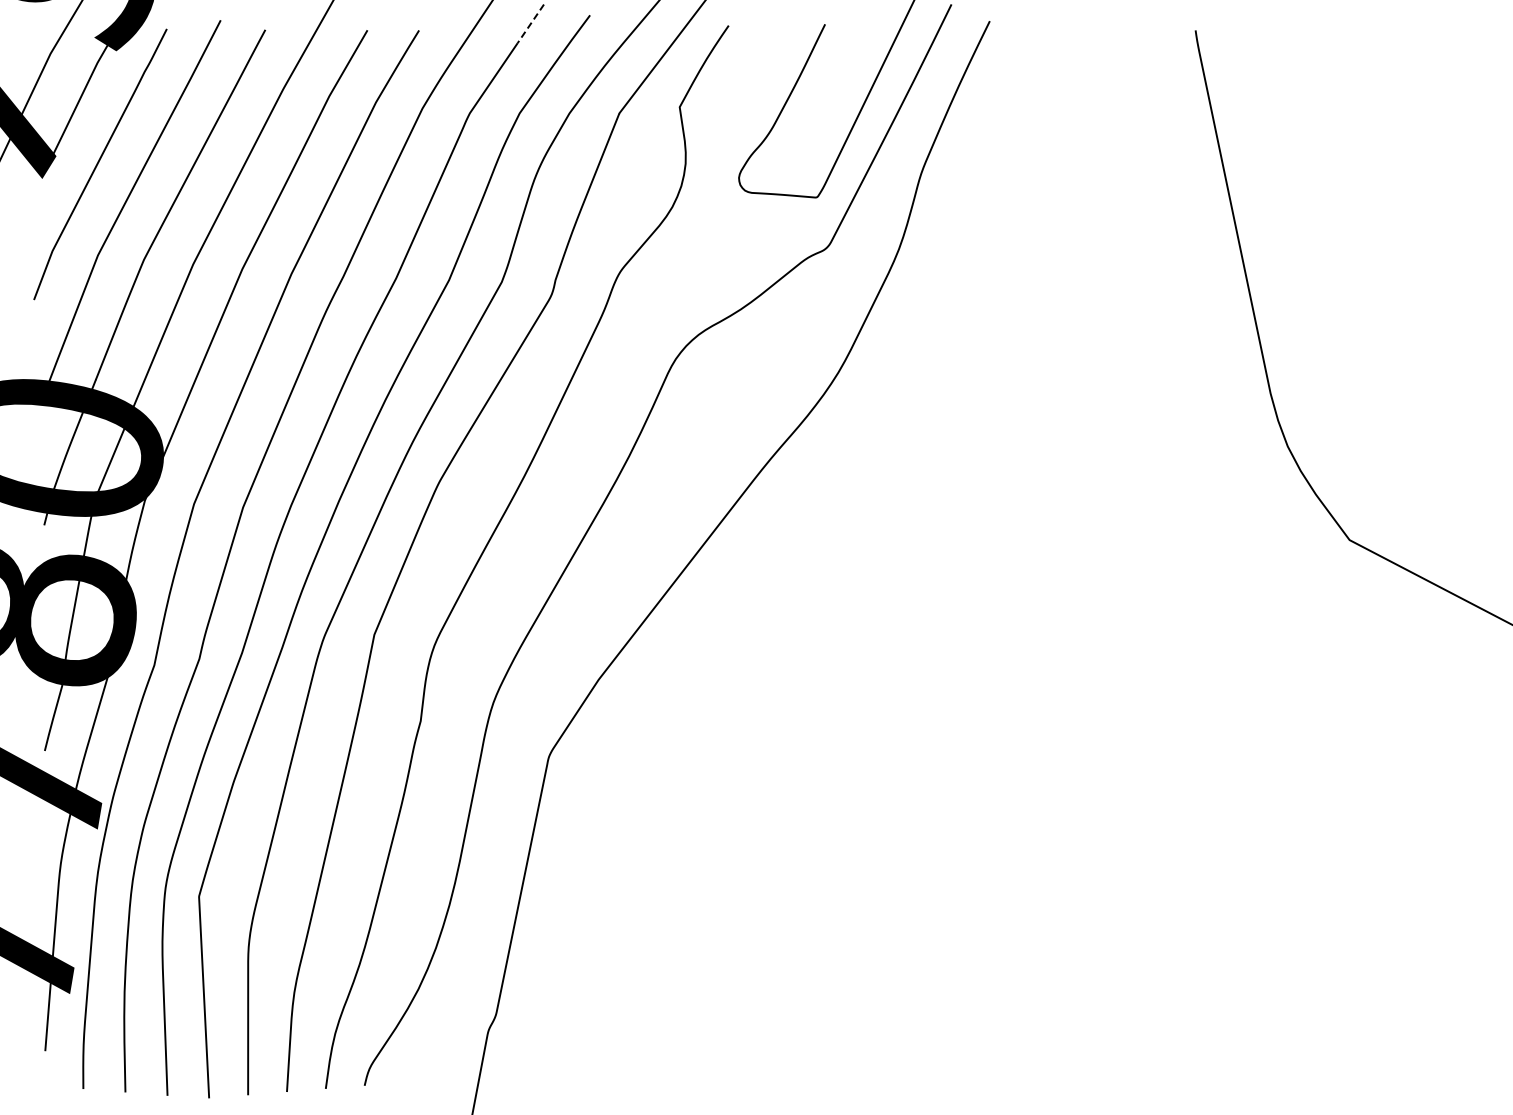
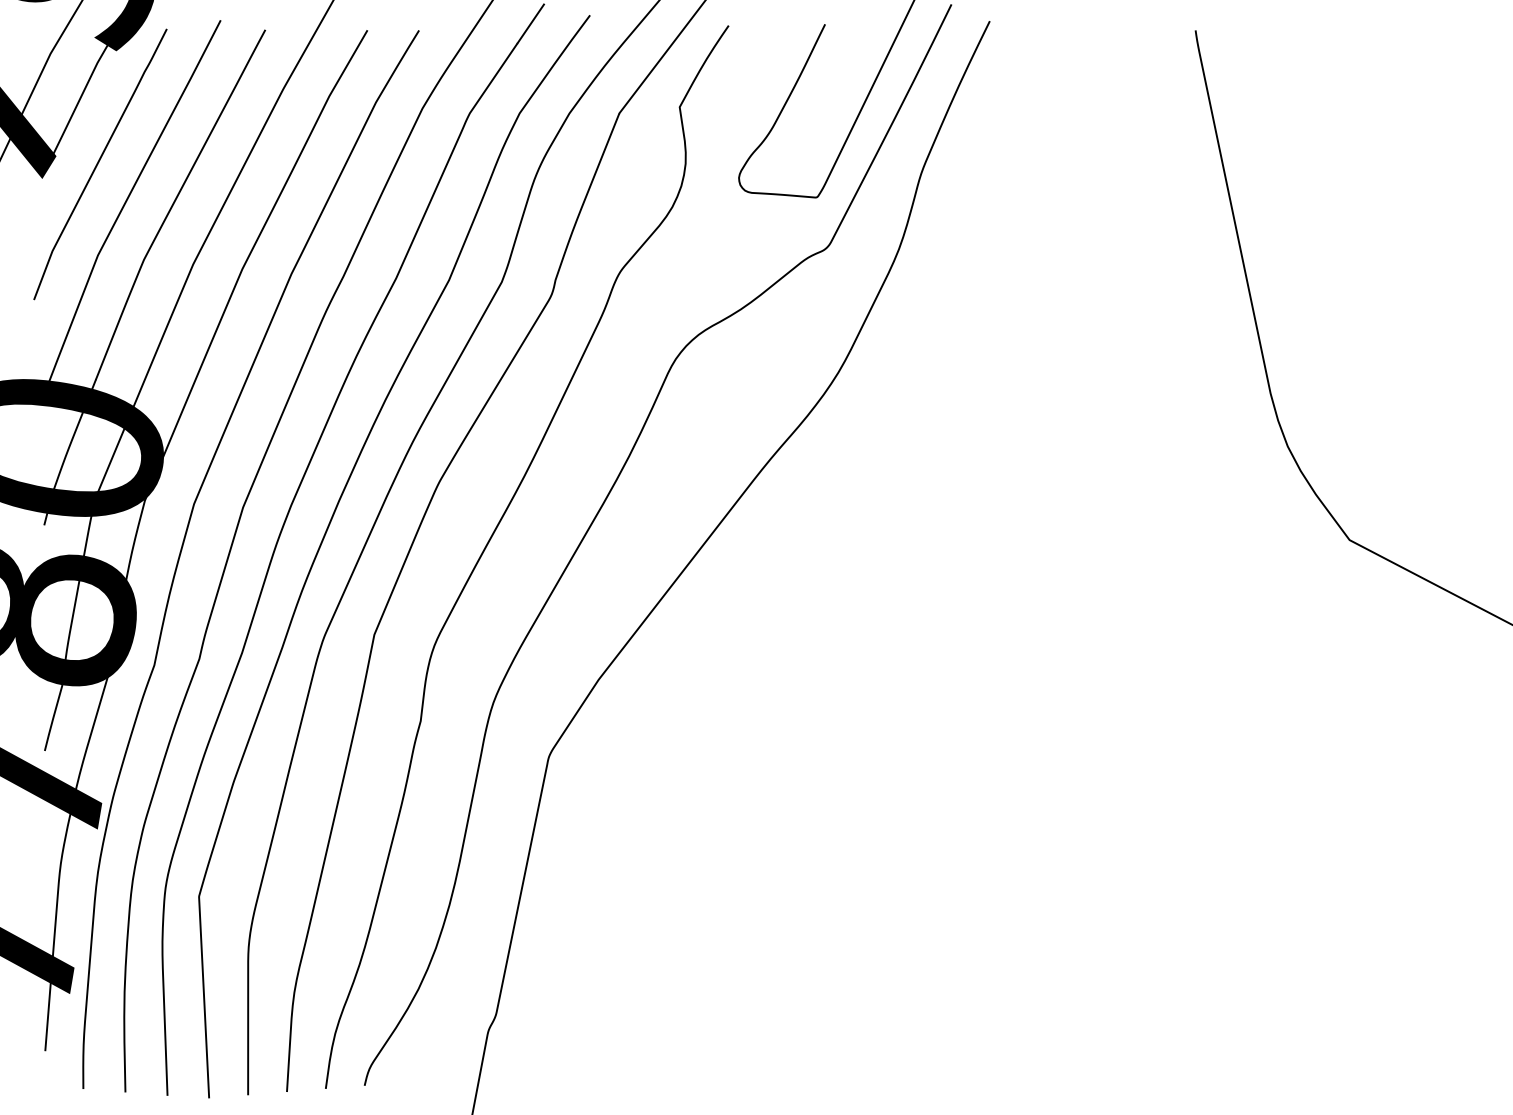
line at (530, 24): dashed -> solid
